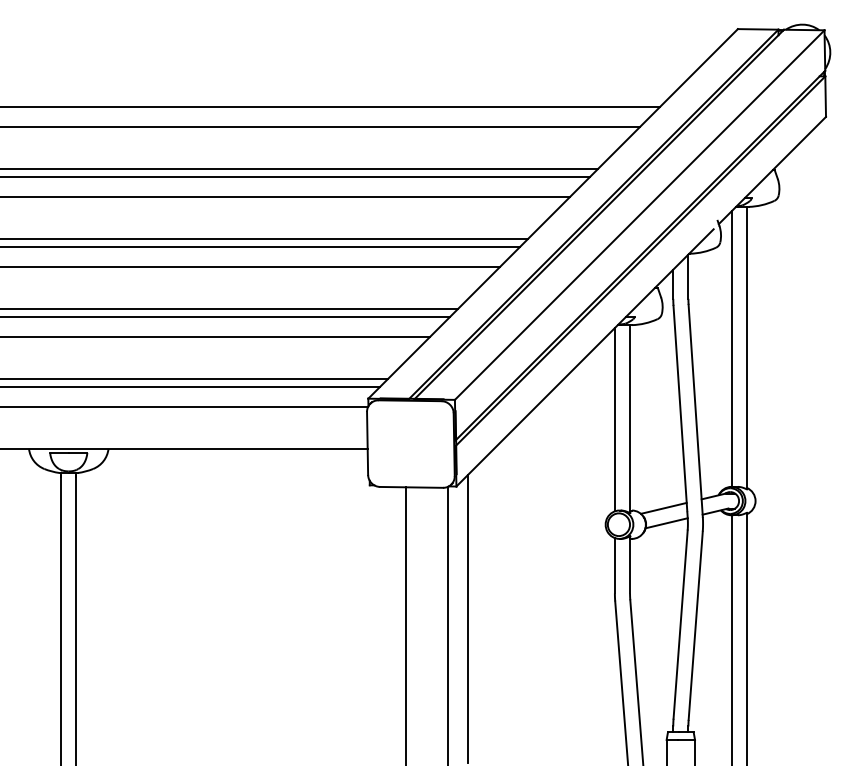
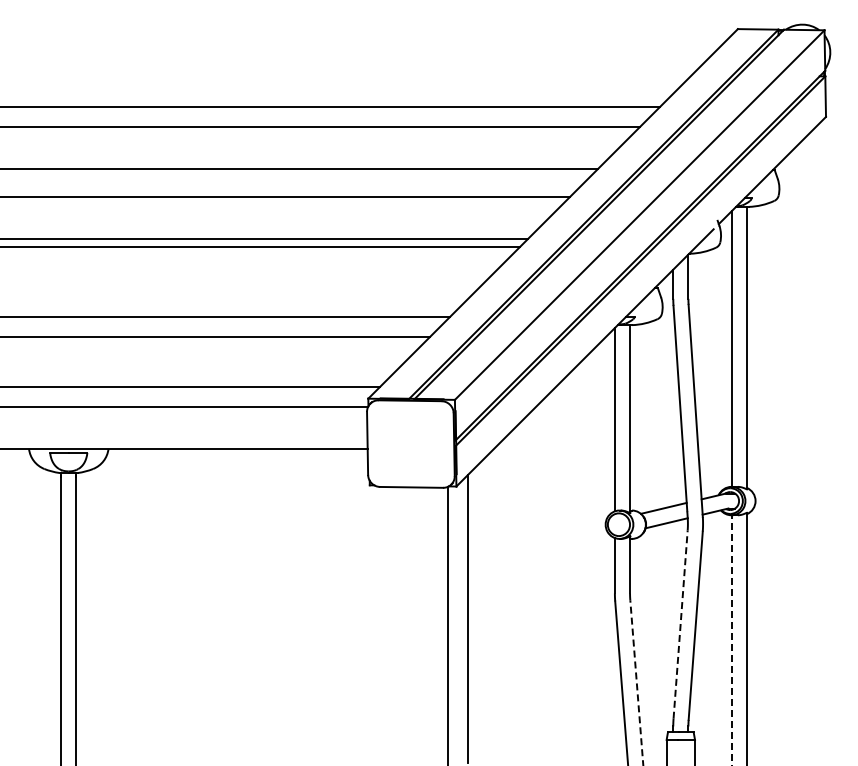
line at (296, 176): present -> none
line at (251, 266): present -> none
line at (230, 308): present -> none
line at (195, 378): present -> none
line at (406, 624): present -> none
line at (680, 624): solid -> dashed
line at (731, 640): solid -> dashed
line at (636, 682): solid -> dashed
